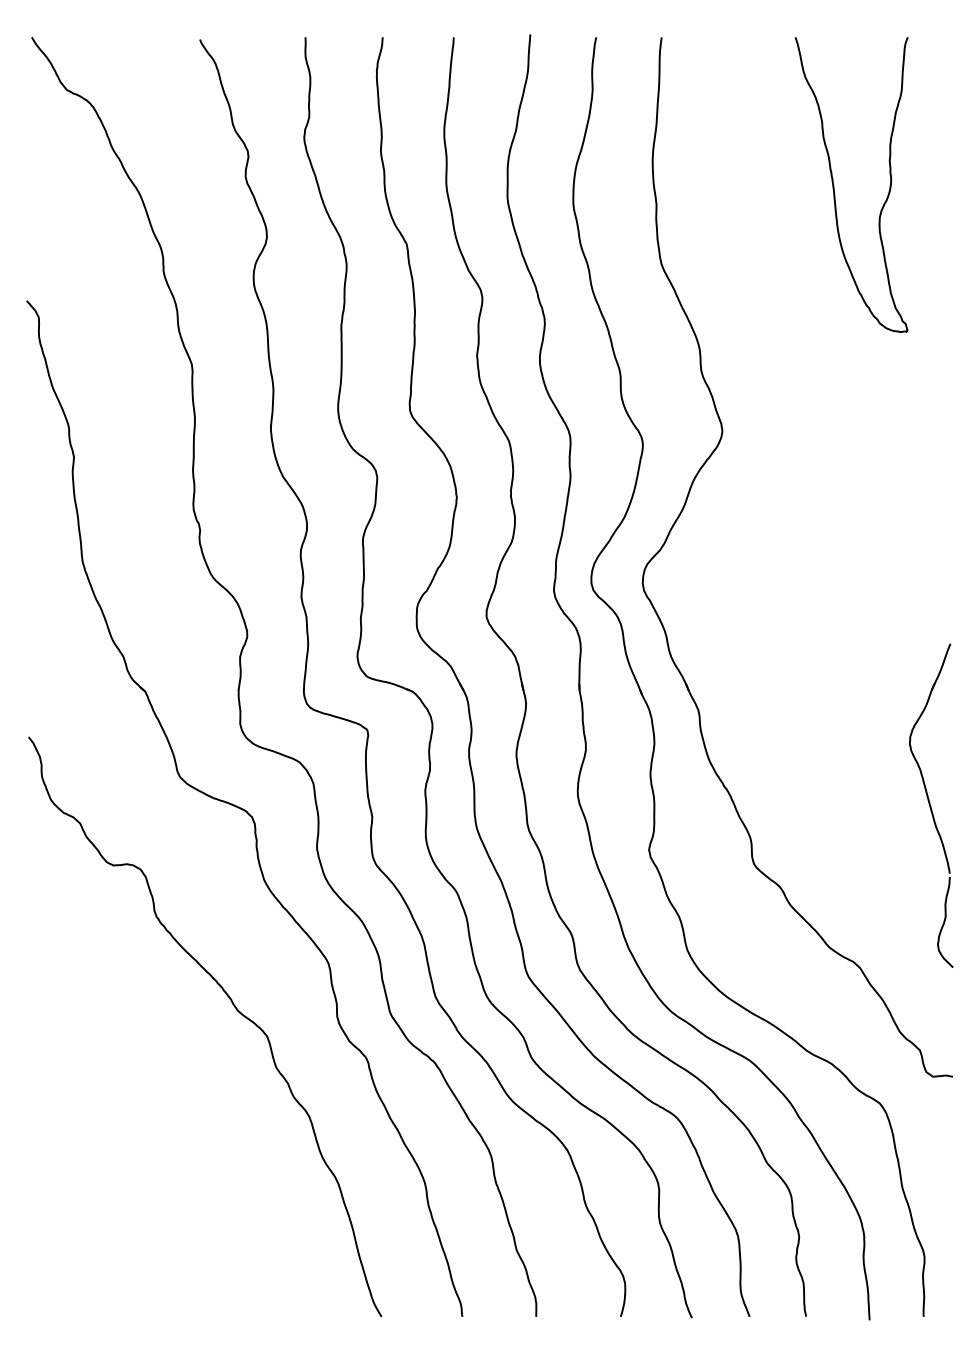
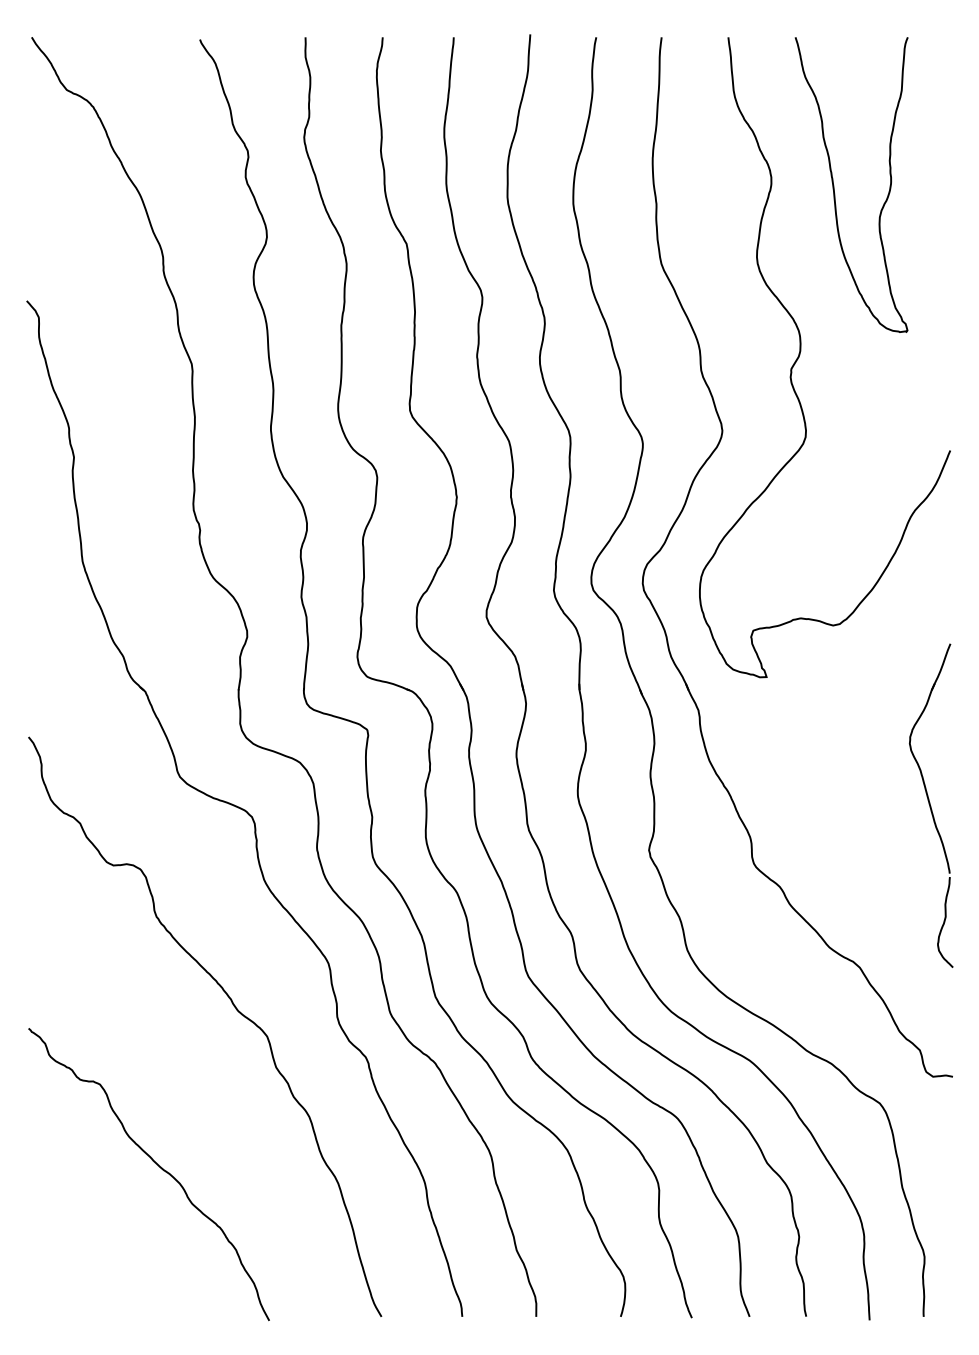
curve at (801, 351): none -> present
curve at (157, 1165): none -> present
